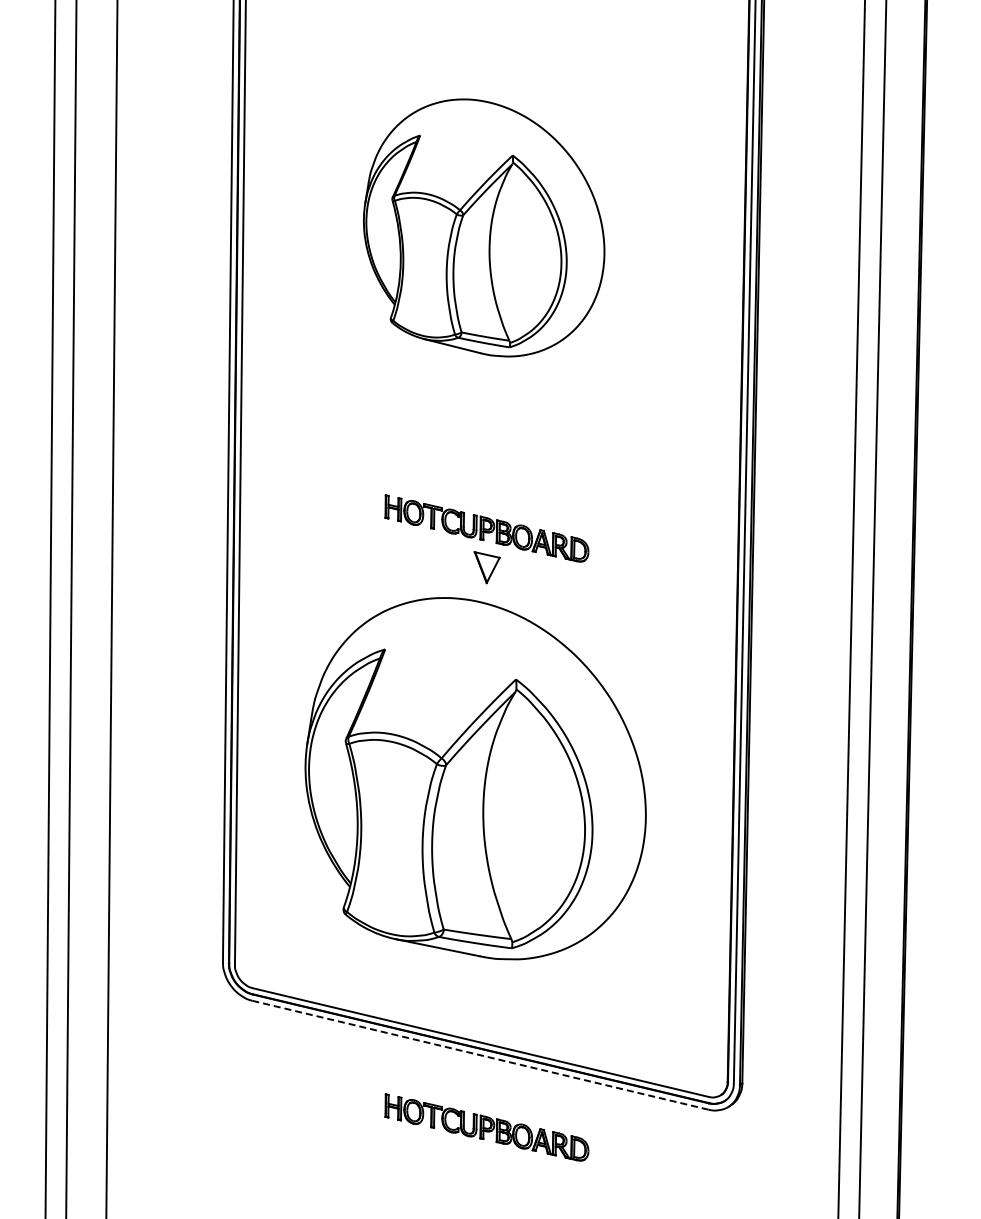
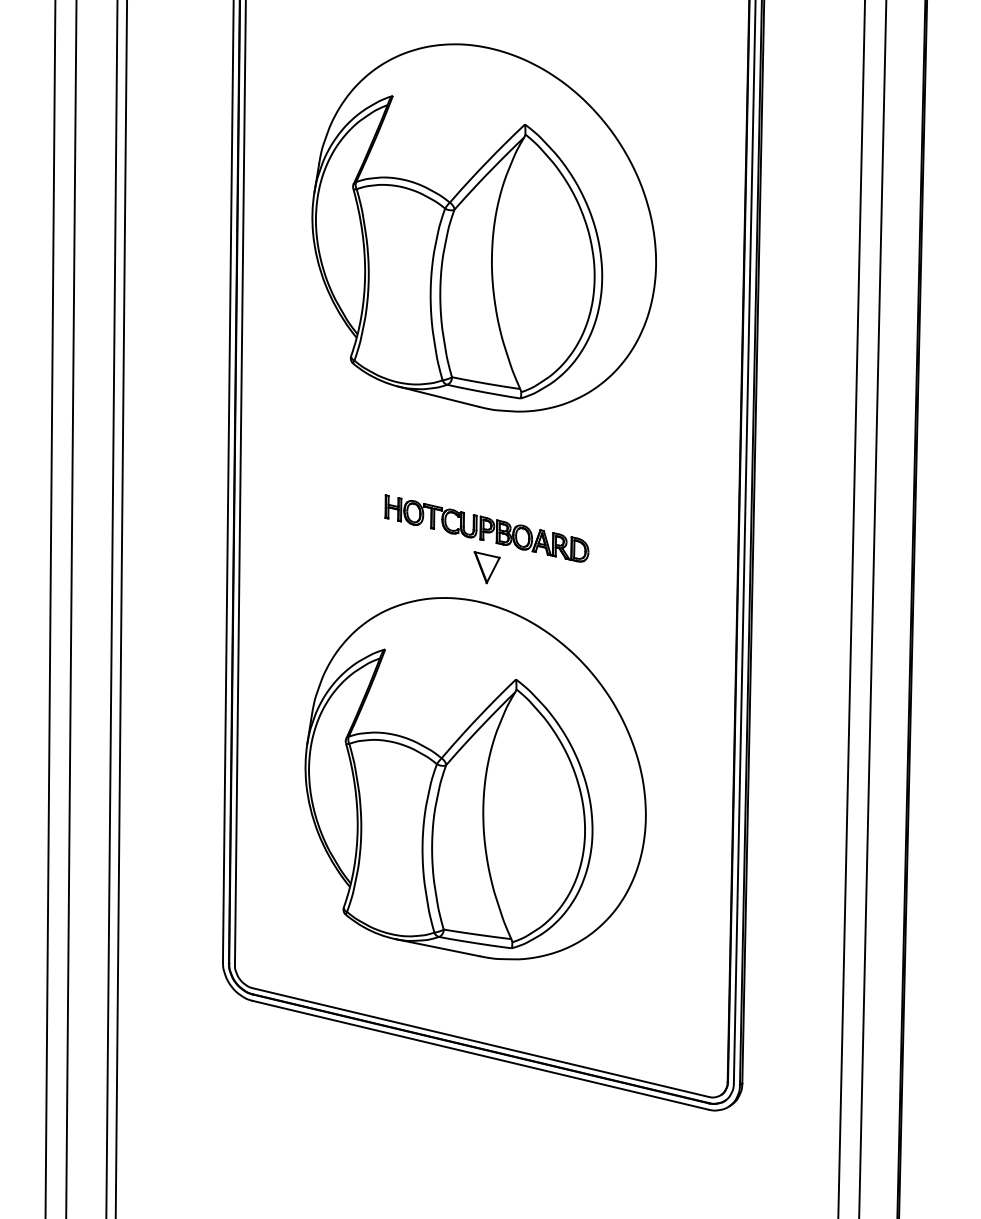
part at (484, 227) size: 243x260 px -> 346x370 px
line at (121, 608): none -> present
line at (480, 1055): dashed -> solid
part at (486, 1127): present -> none
